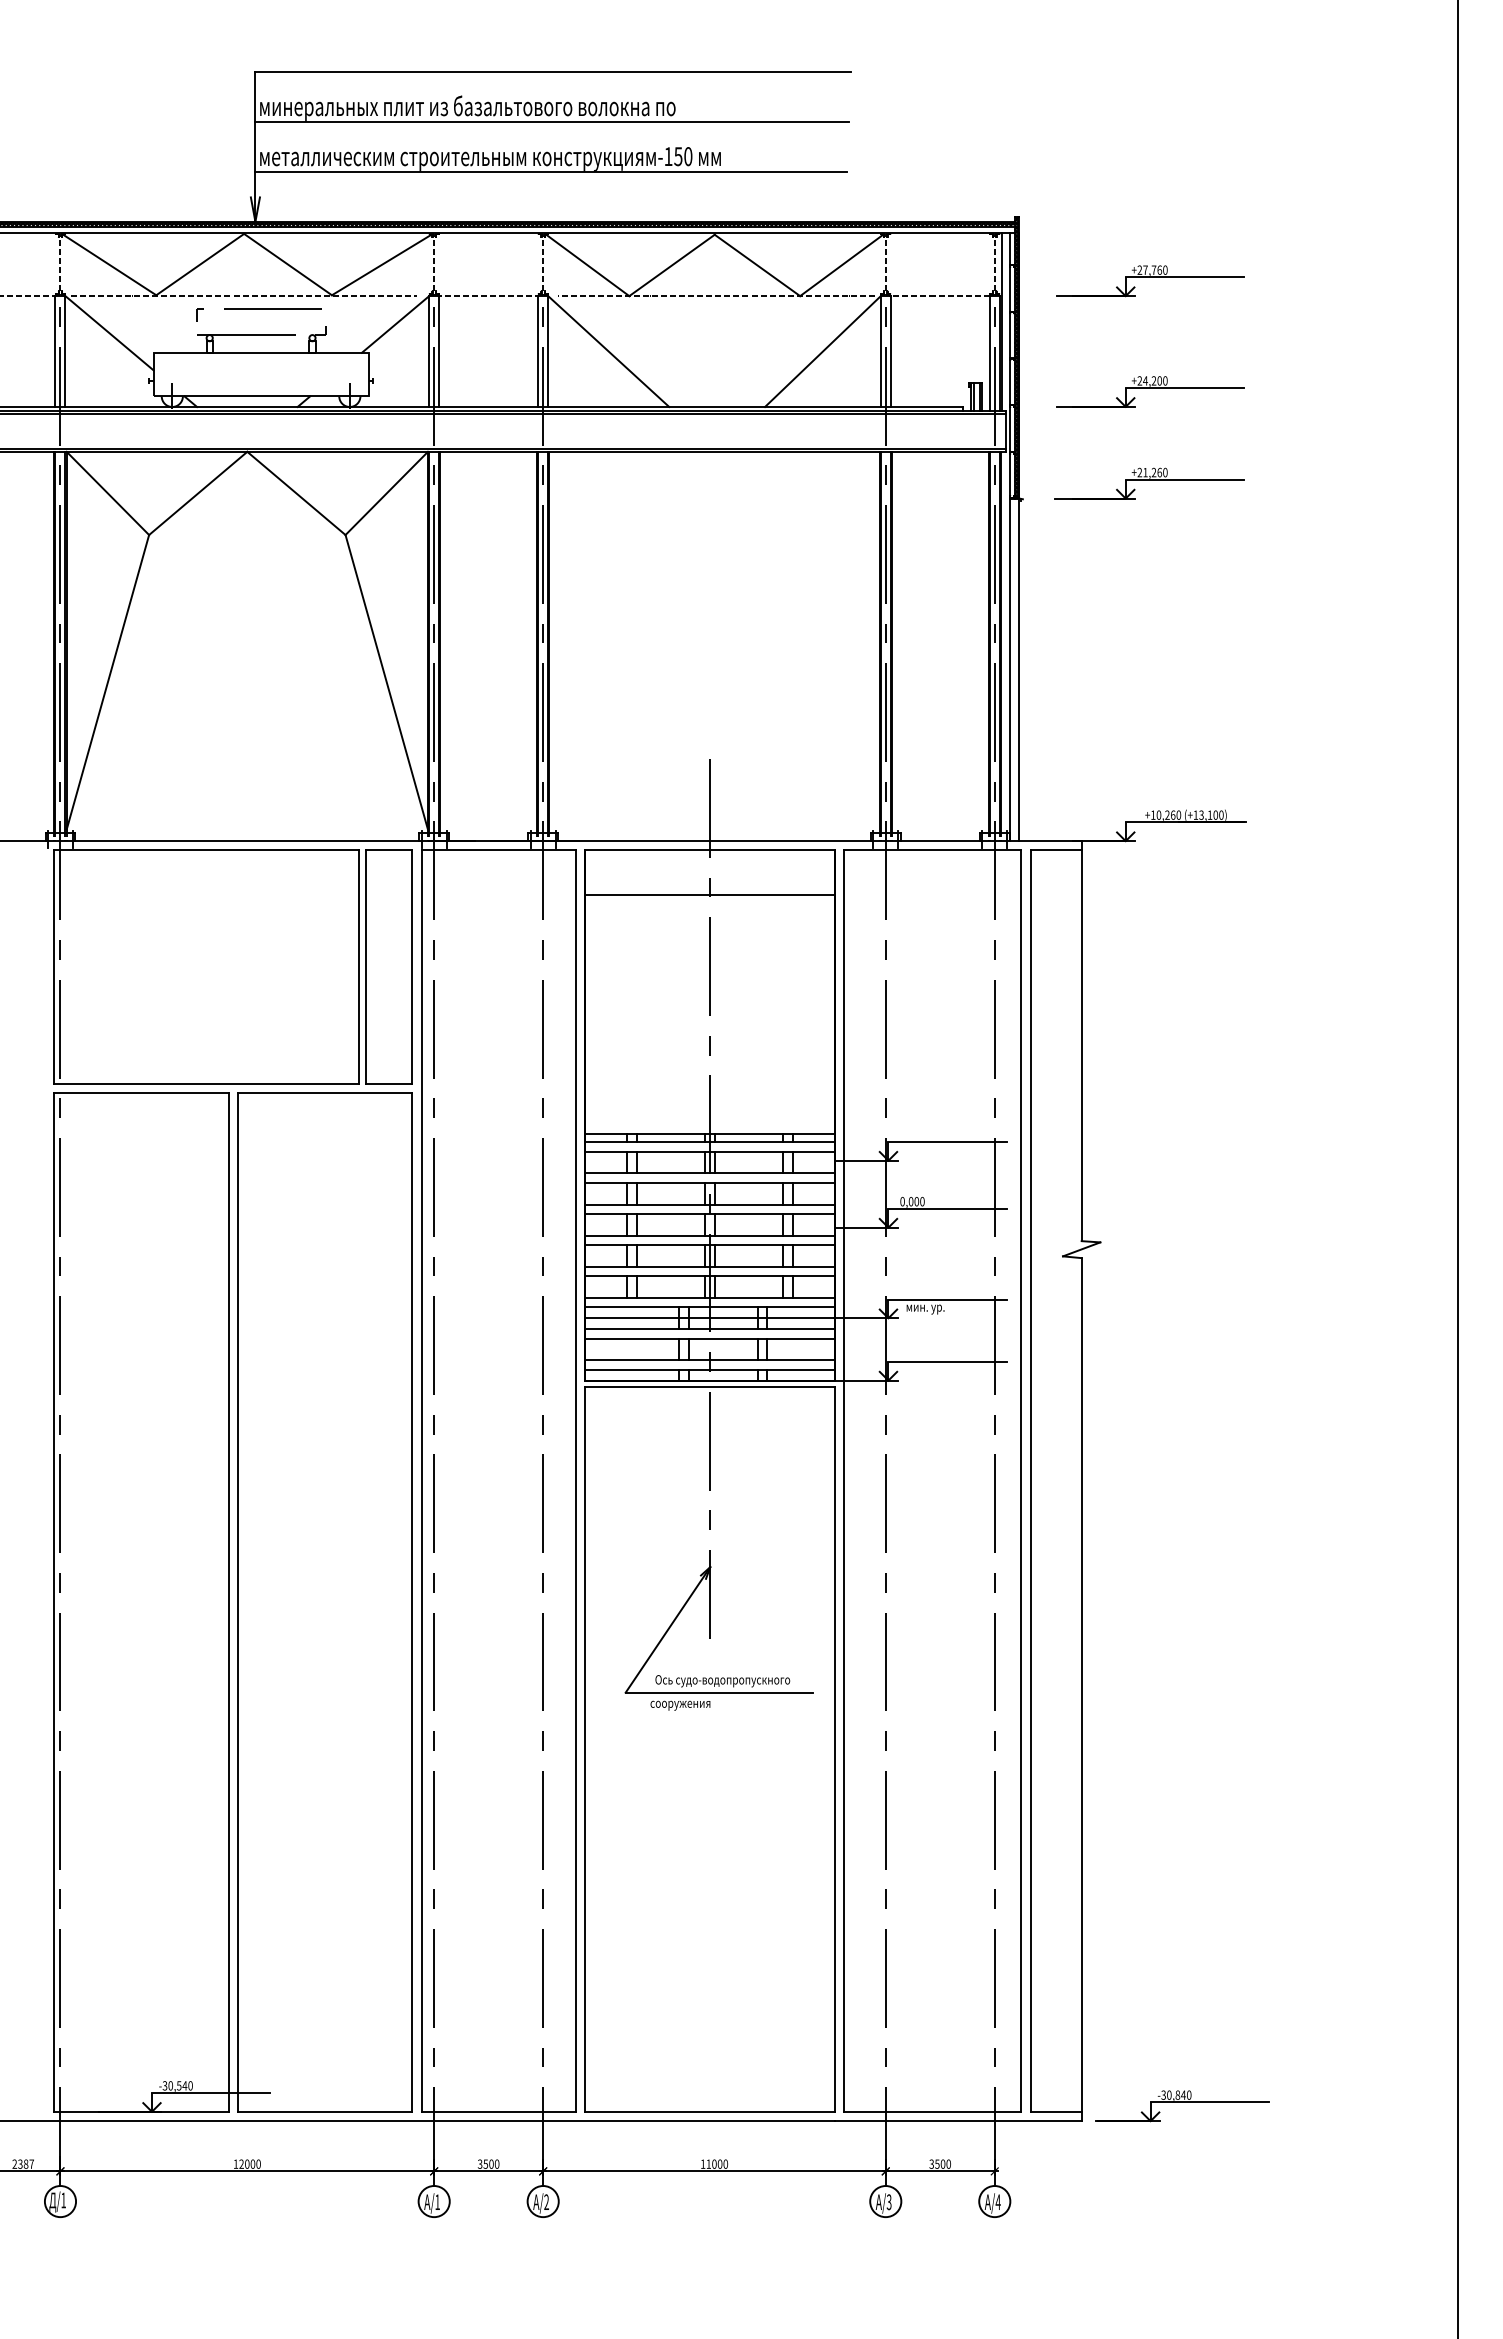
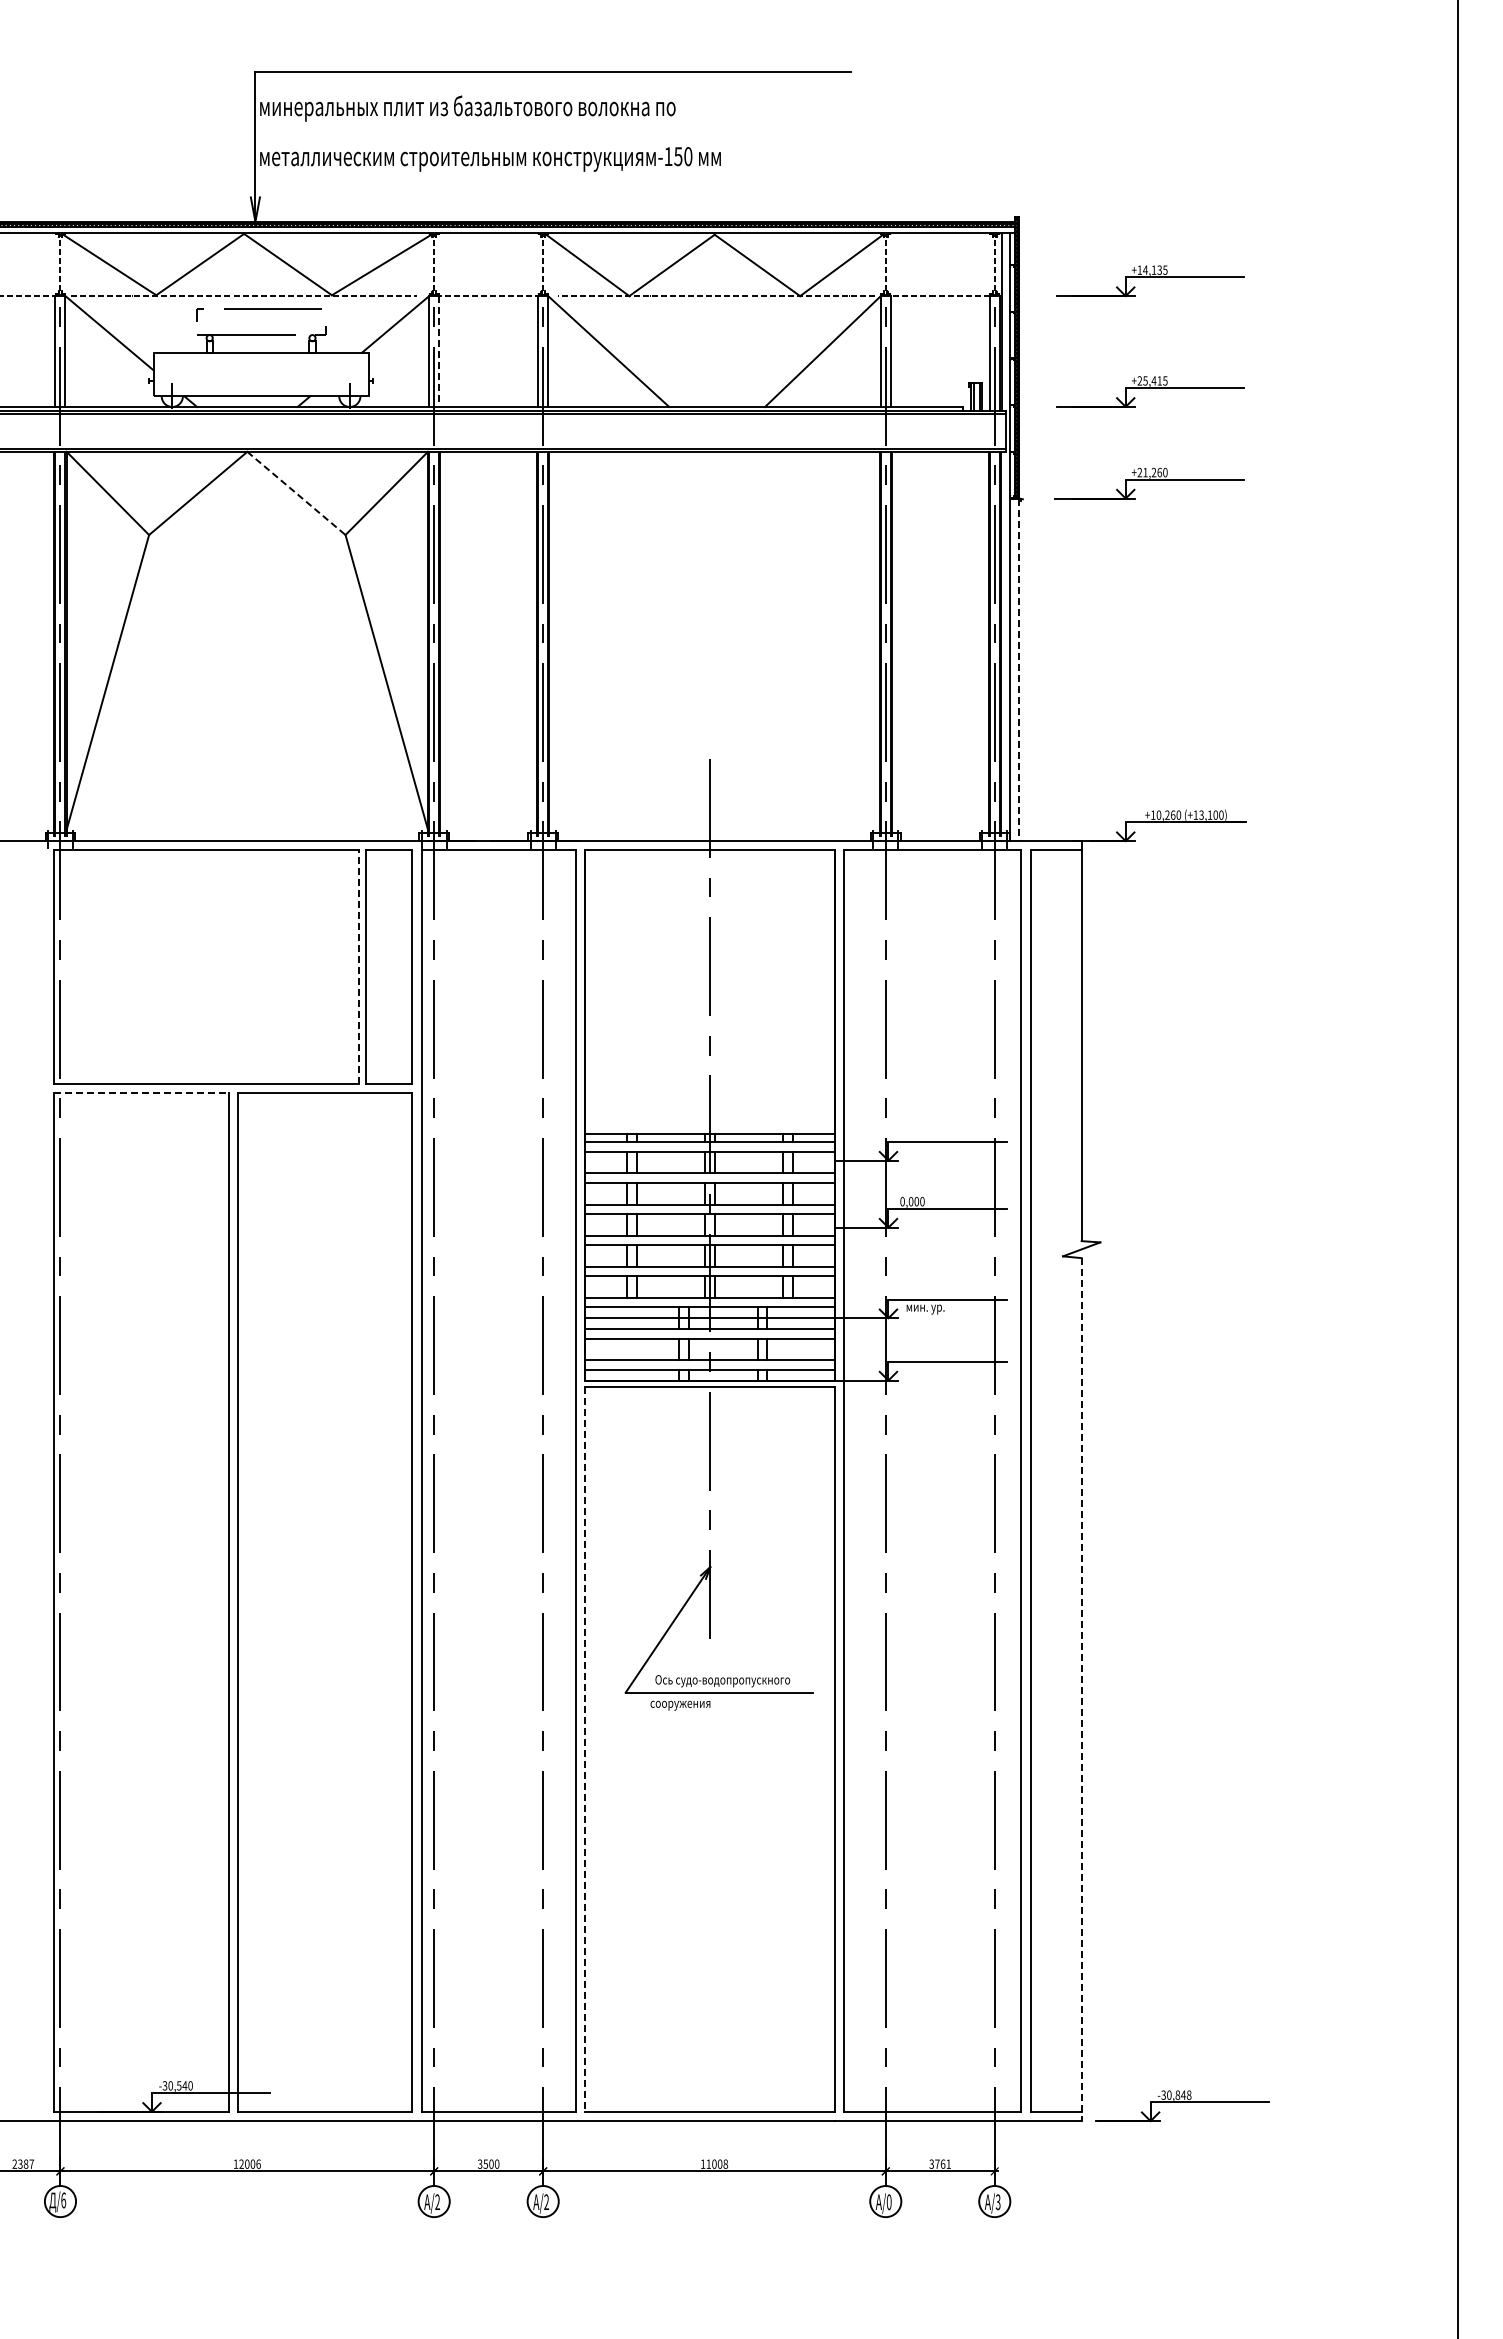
line at (552, 122): present -> none
line at (551, 172): present -> none
text at (1152, 269): +27,760 -> +14,135
line at (439, 352): solid -> dashed
text at (1155, 380): +24,200 -> +25,415
line at (296, 493): solid -> dashed
line at (1019, 670): solid -> dashed
line at (709, 894): present -> none
line at (359, 967): solid -> dashed
line at (141, 1093): solid -> dashed
line at (1081, 1689): solid -> dashed
line at (585, 1749): solid -> dashed
text at (1189, 2095): -30,840 -> -30,848
text at (258, 2163): 12000 -> 12006
text at (942, 2163): 3500 -> 3761
text at (725, 2164): 11000 -> 11008
text at (63, 2200): /1 -> /6
text at (437, 2201): /1 -> /2
text at (888, 2202): /3 -> /0
text at (997, 2202): /4 -> /3
